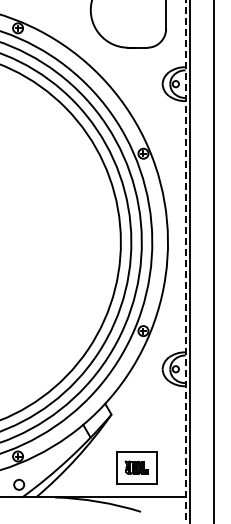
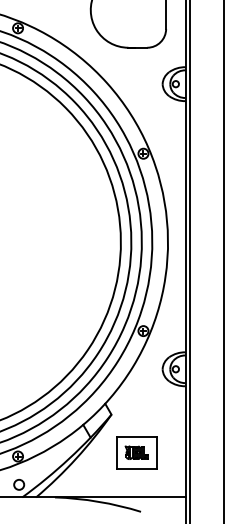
line at (213, 261) position: (213, 261) -> (223, 261)
line at (185, 262): dashed -> solid
part at (136, 467) position: (136, 467) -> (136, 452)
